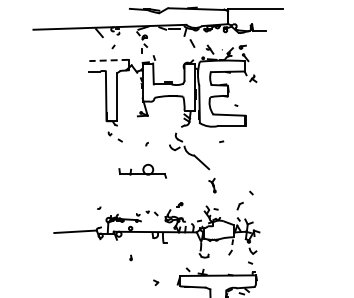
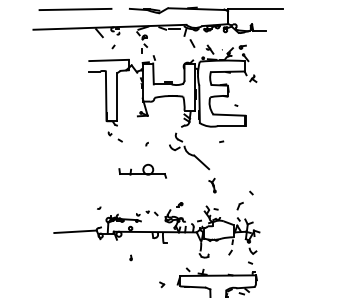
line at (75, 9): none -> present
line at (108, 60): dashed -> solid
part at (156, 282) position: (156, 282) -> (162, 284)
